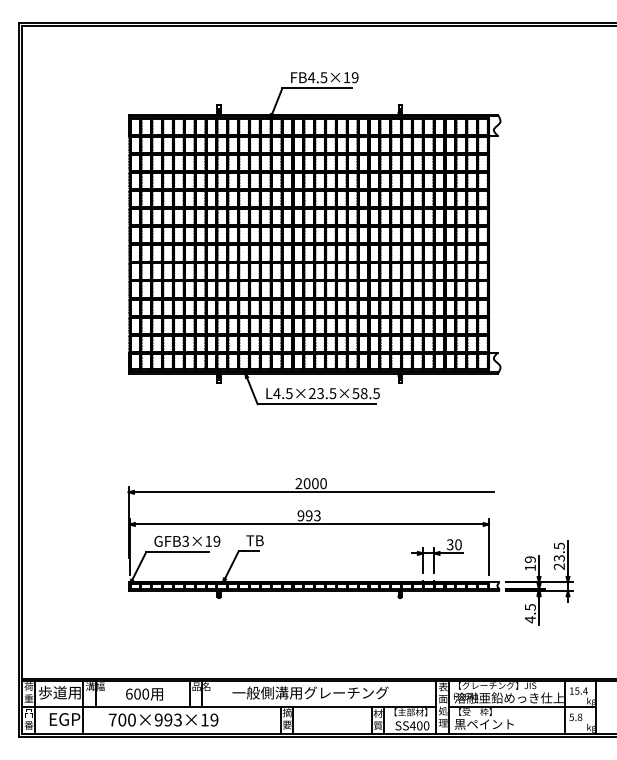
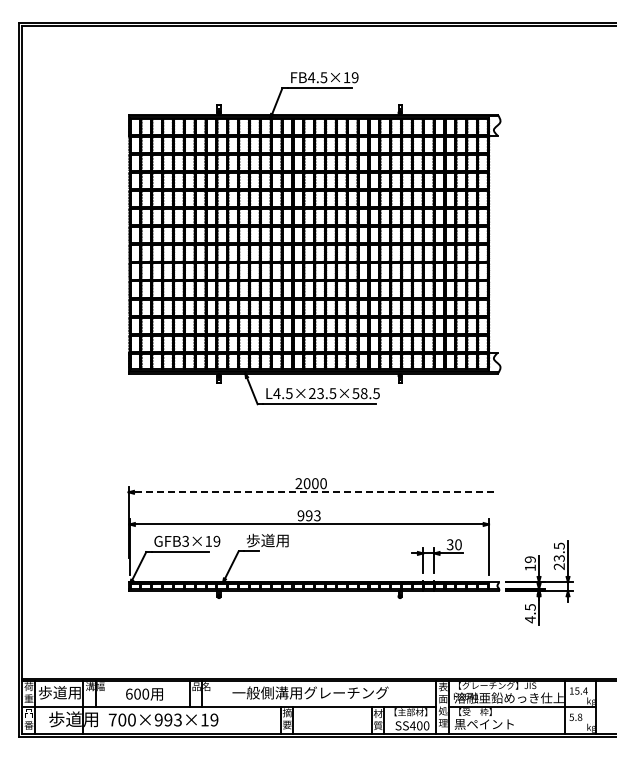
line at (313, 492): solid -> dashed
text at (267, 540): TB -> 歩道用
text at (73, 719): EGP -> 歩道用
